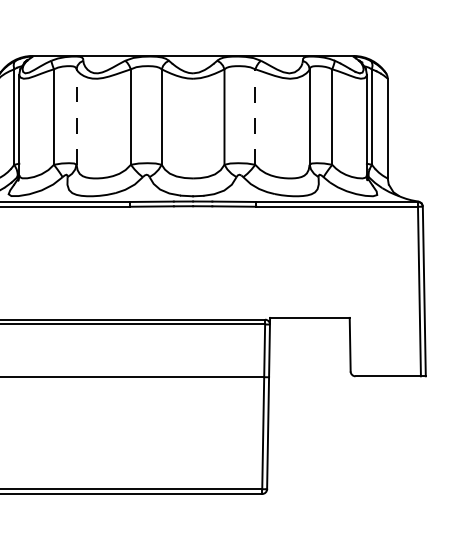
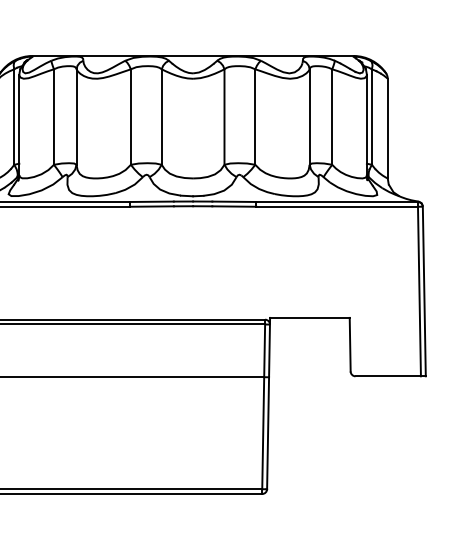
line at (76, 117): dashed -> solid
line at (255, 117): dashed -> solid
